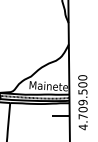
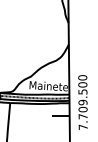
text at (82, 127): 4.709.500 -> 7.709.500
